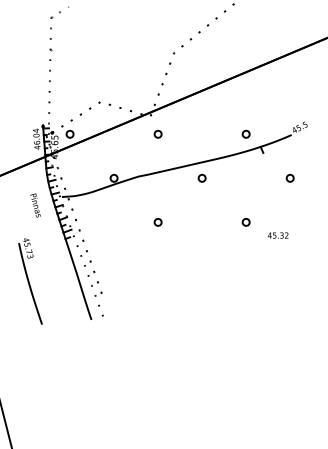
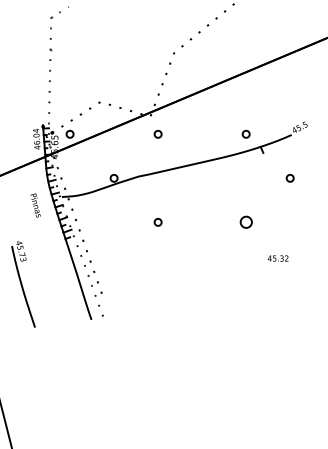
circle at (201, 178): present -> none
circle at (245, 222) size: 10x9 px -> 14x14 px
text at (277, 235) position: (277, 235) -> (277, 258)
part at (30, 281) position: (30, 281) -> (23, 284)
